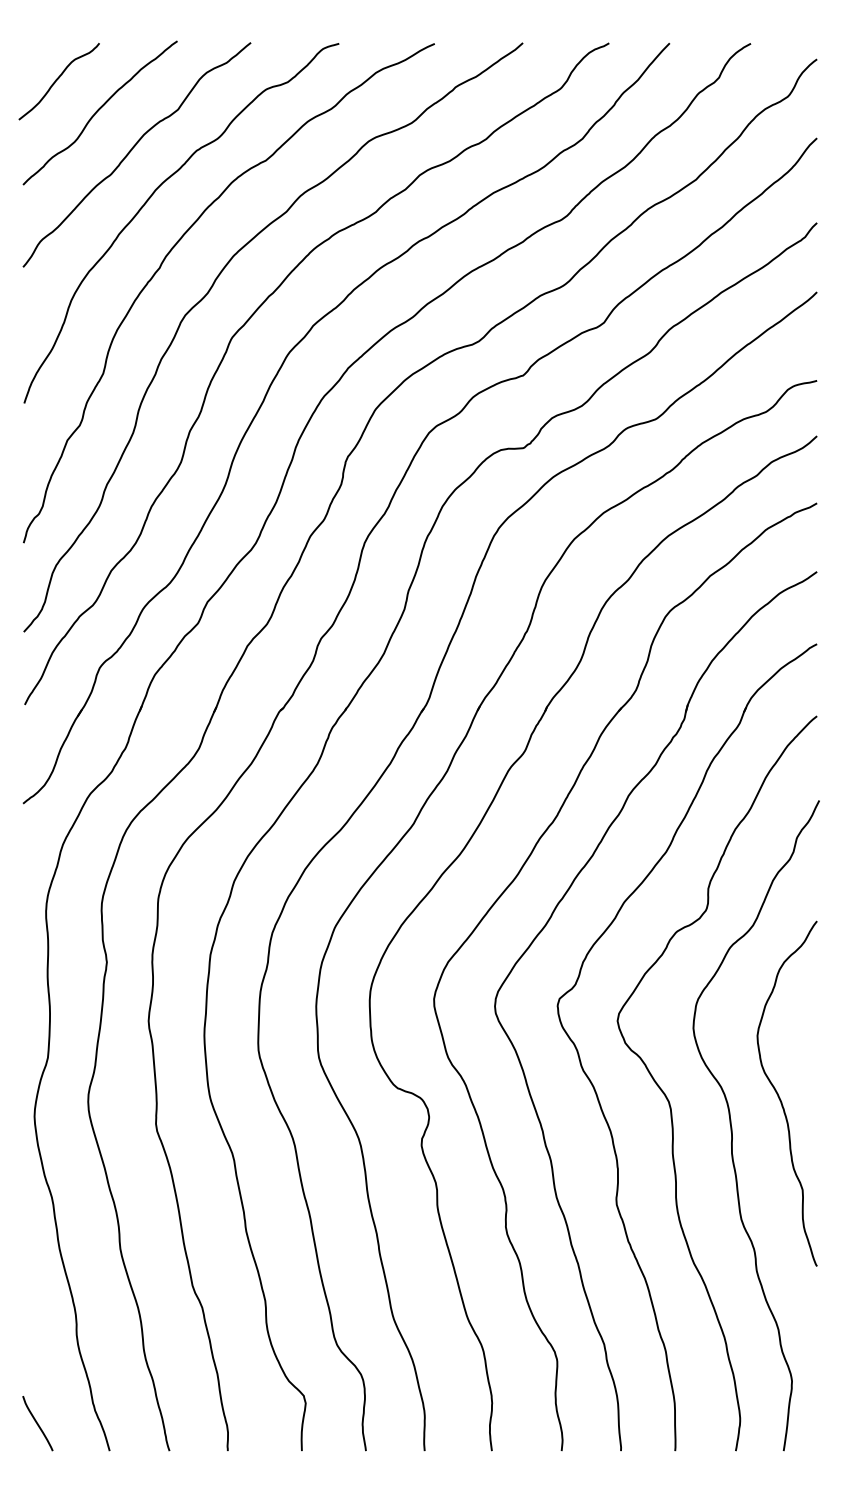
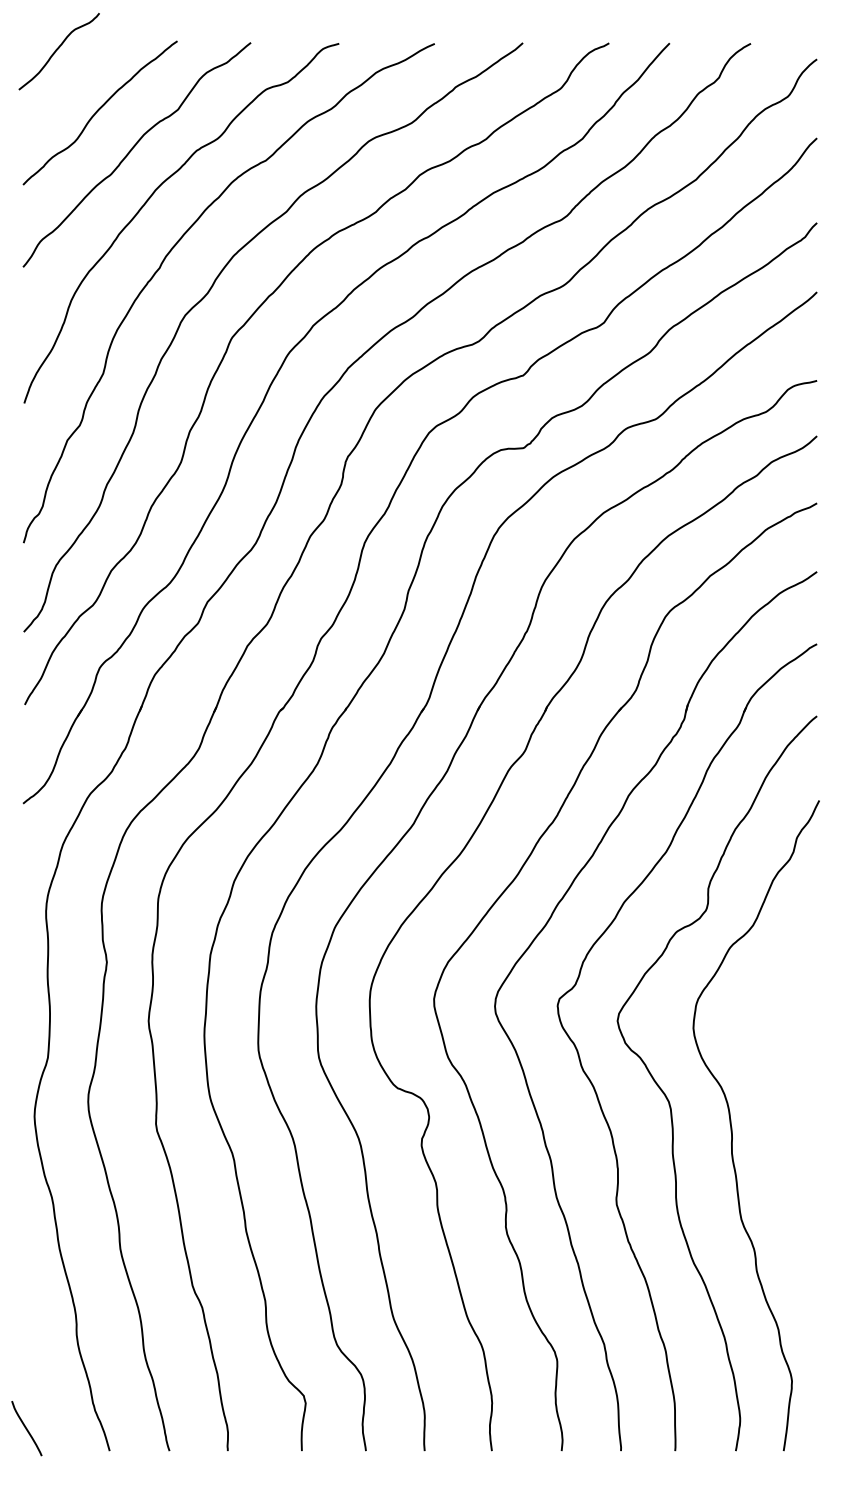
curve at (57, 80) position: (57, 80) -> (57, 50)
curve at (780, 1097): present -> none
curve at (37, 1423) position: (37, 1423) -> (26, 1428)
